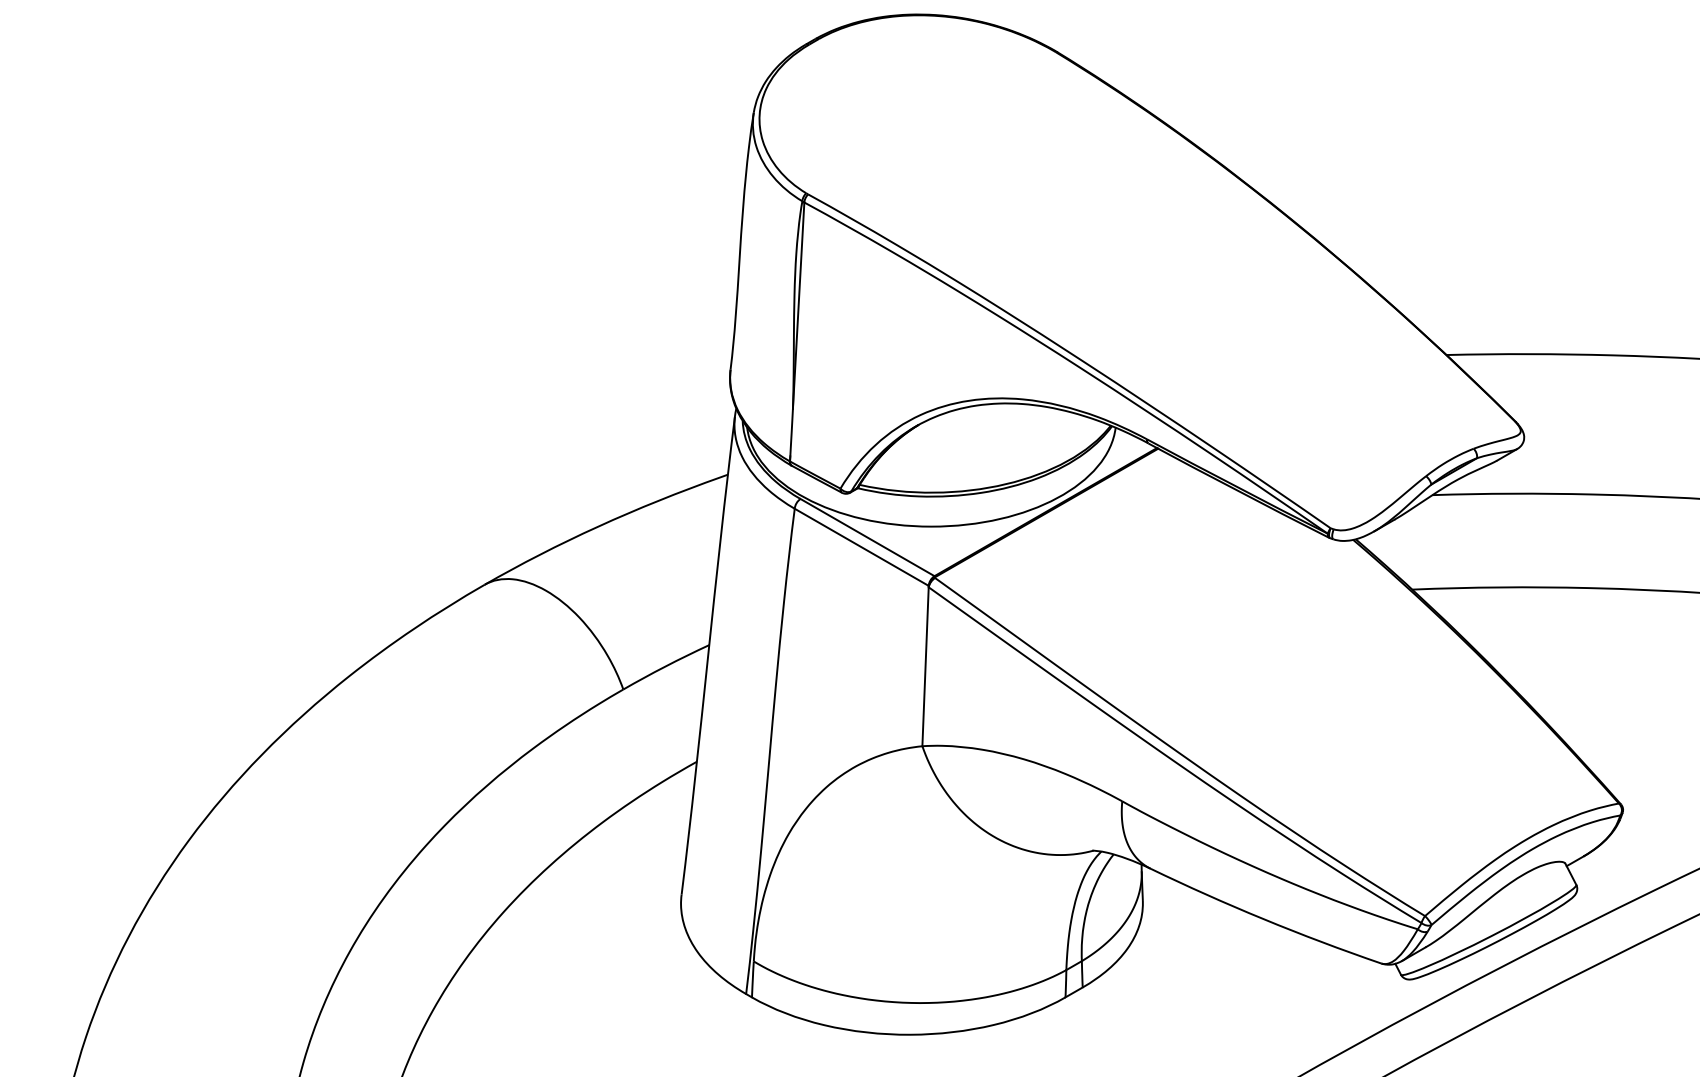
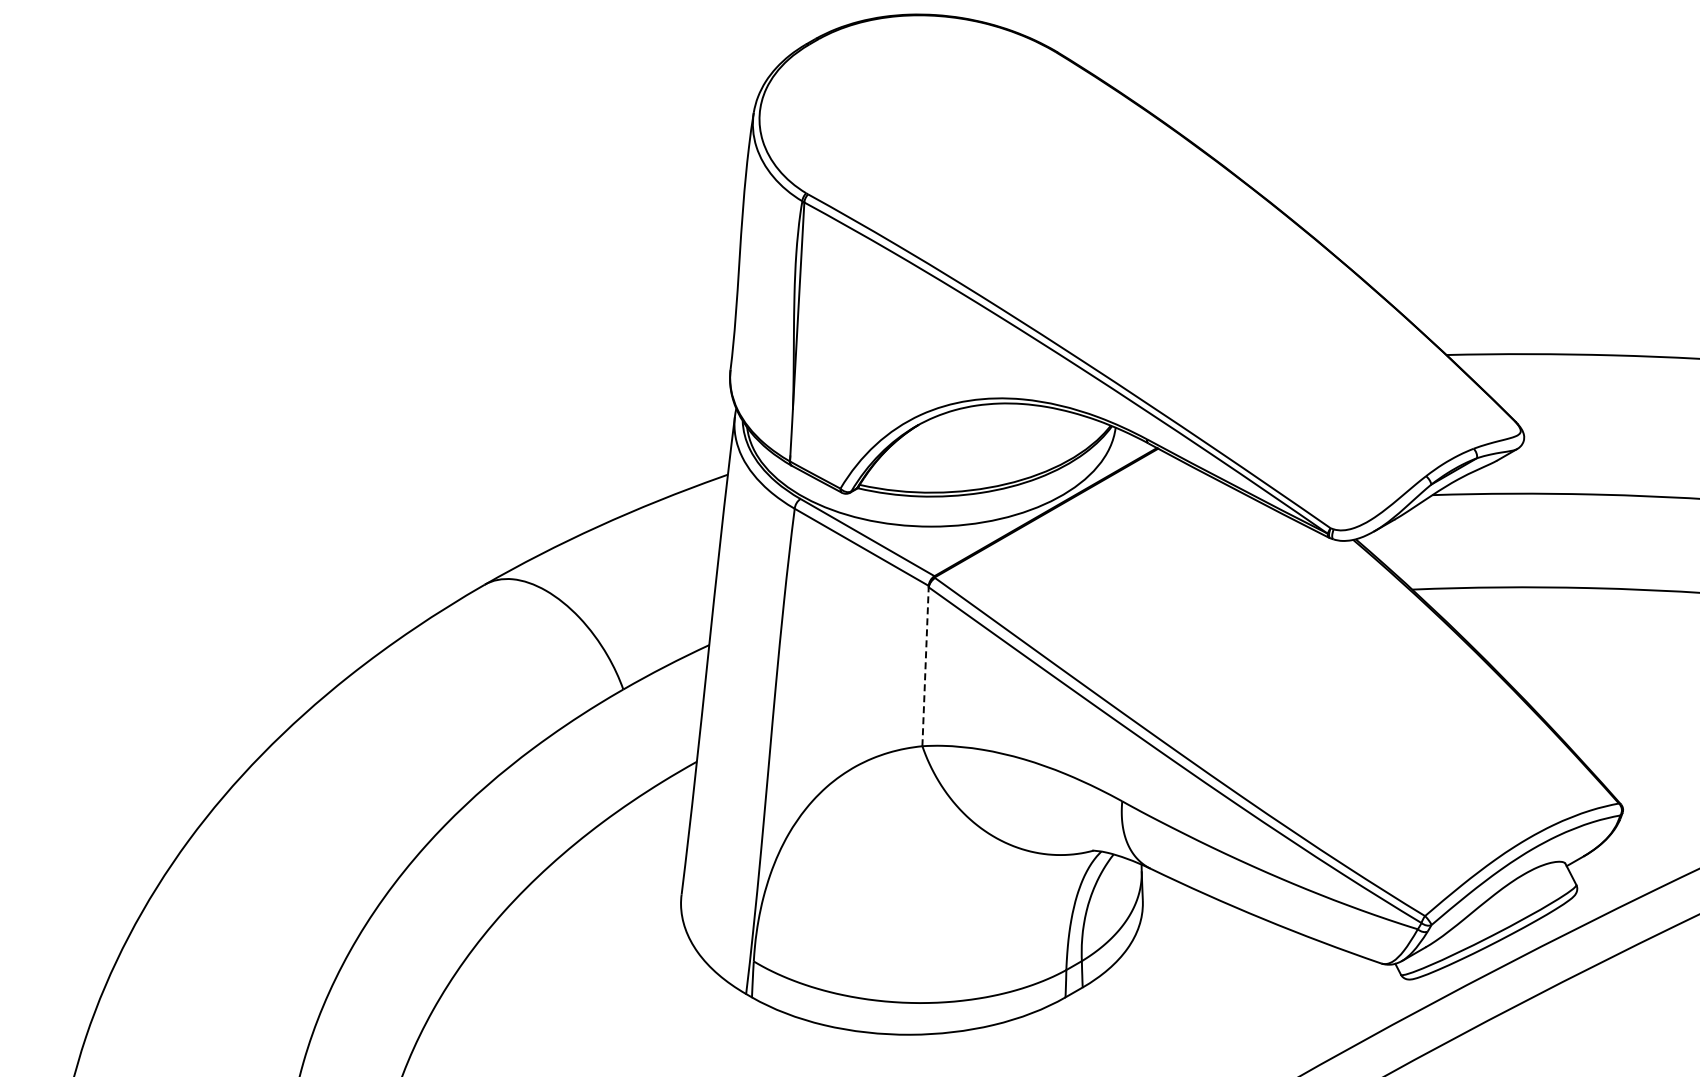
line at (925, 666): solid -> dashed
